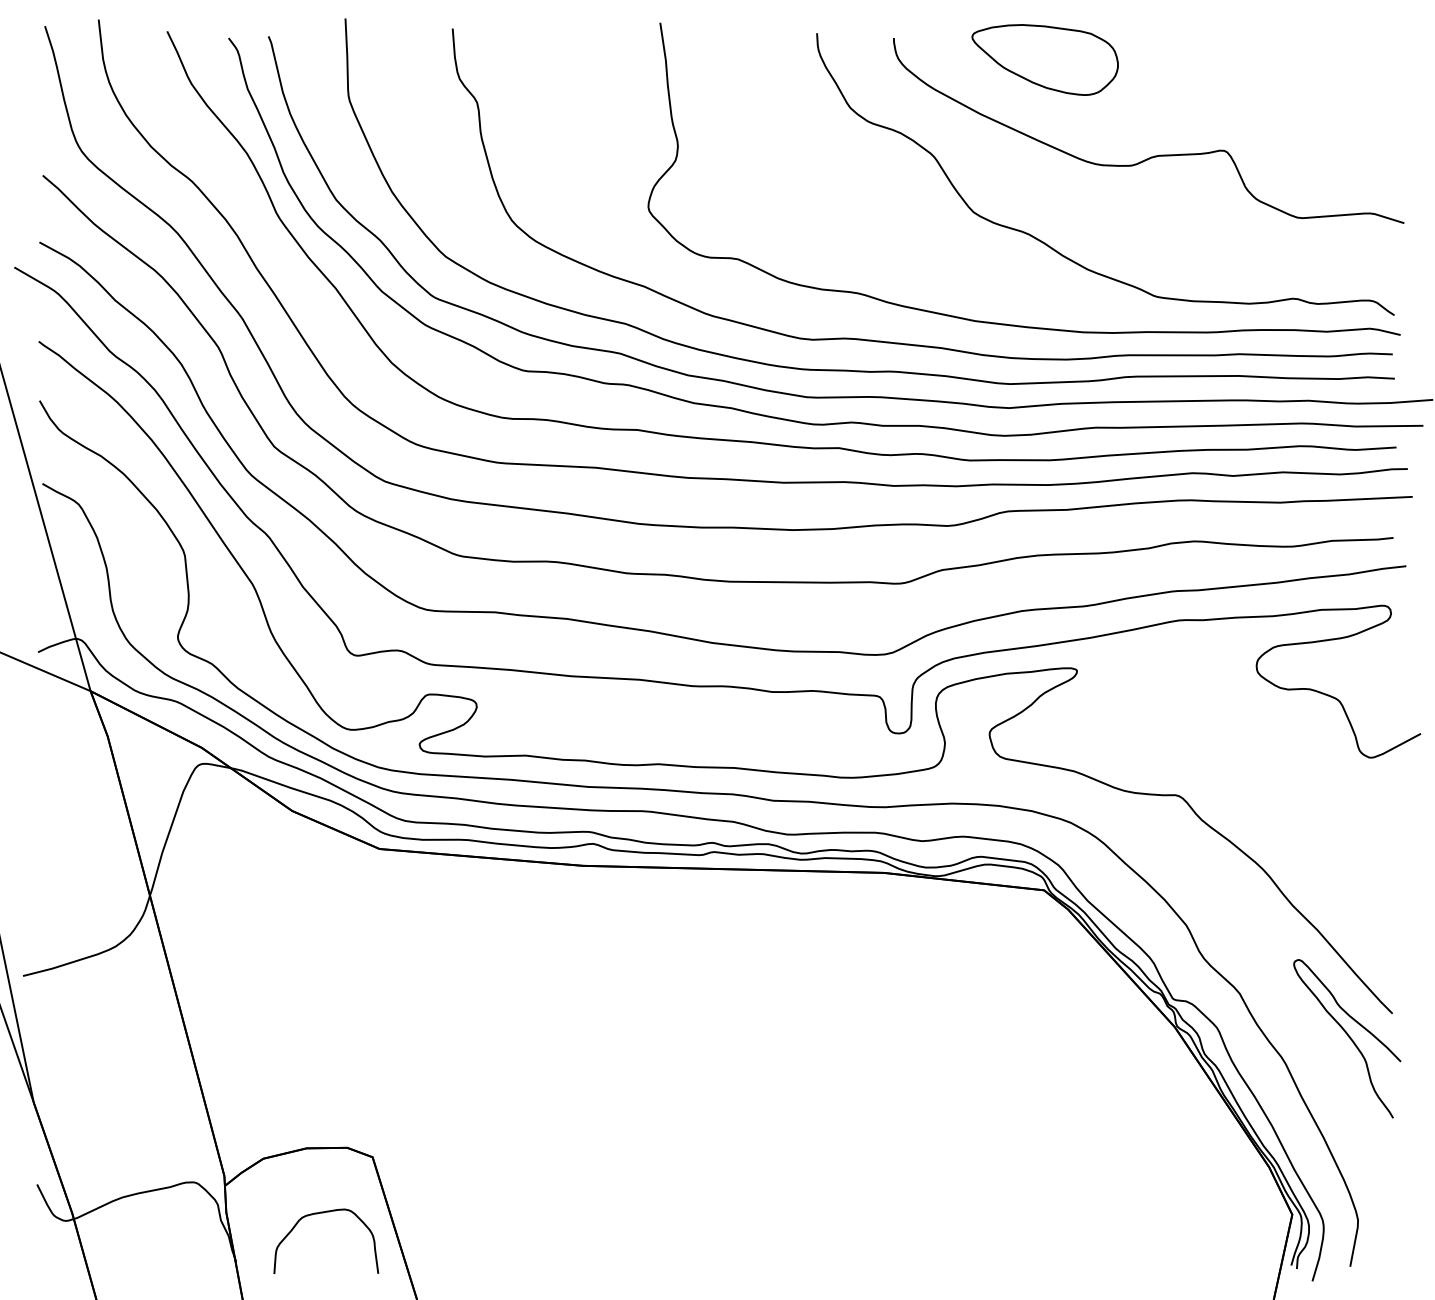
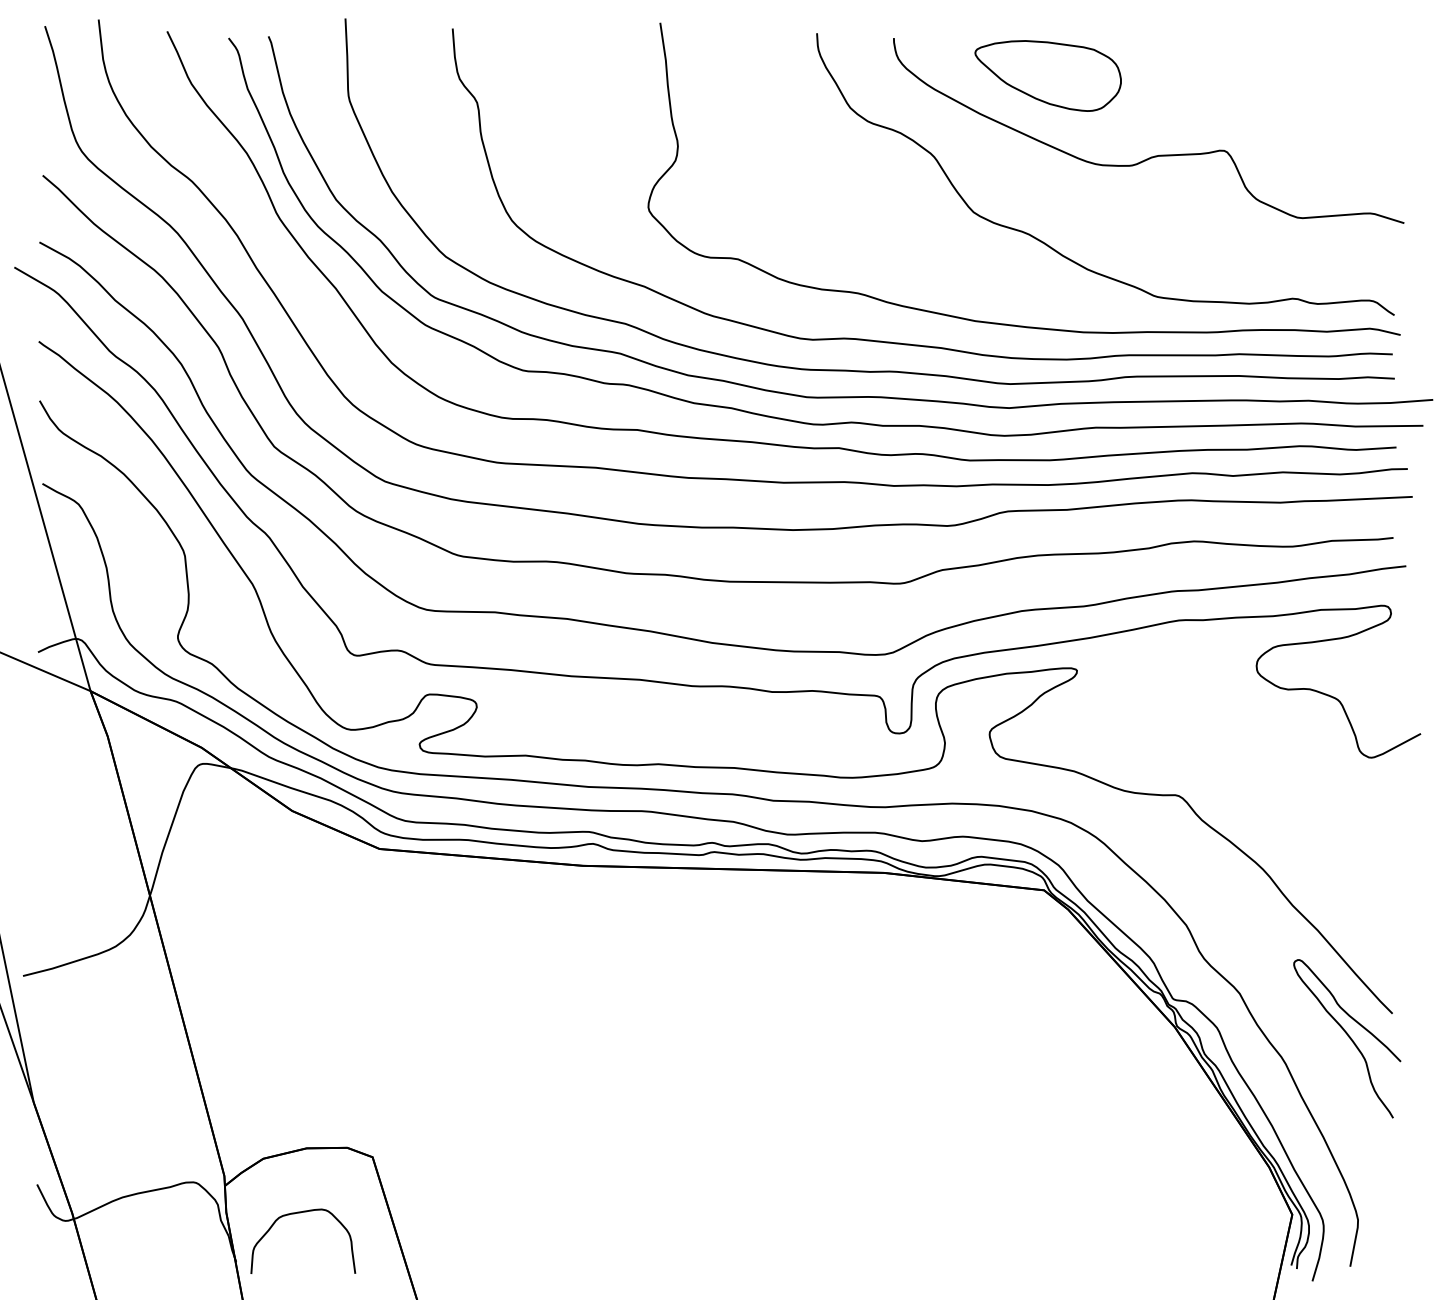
part at (1044, 59) position: (1044, 59) -> (1047, 75)
curve at (323, 1213) position: (323, 1213) -> (300, 1213)
